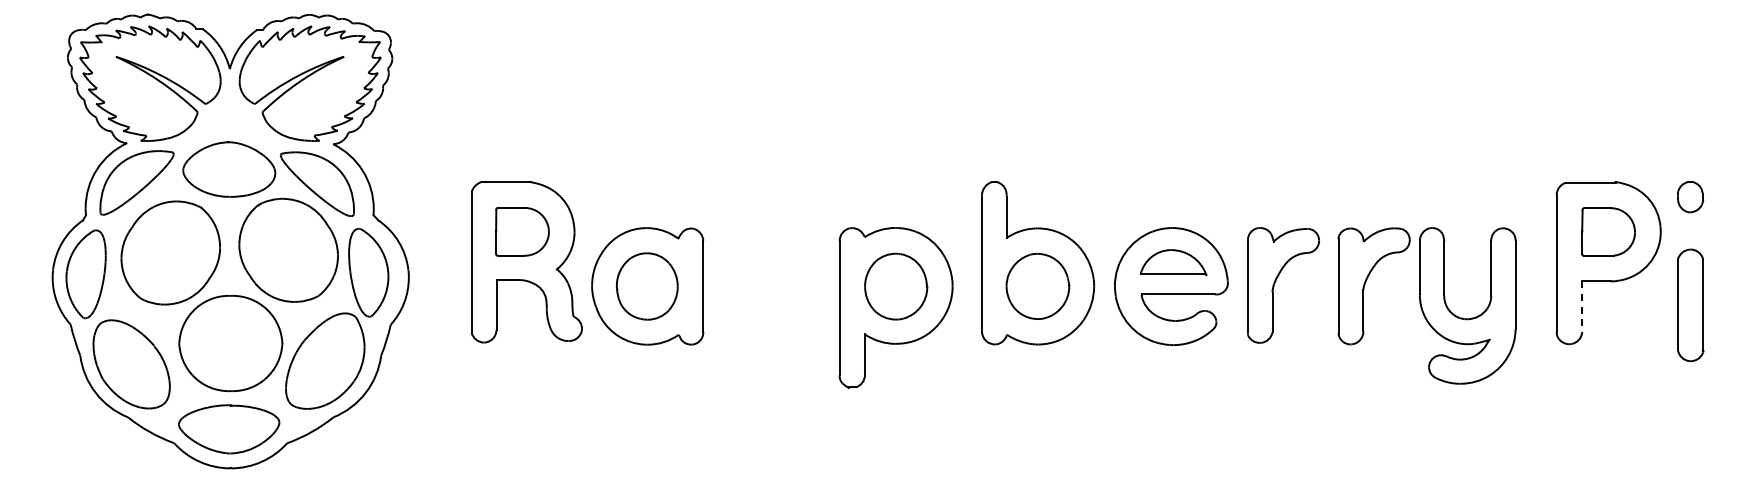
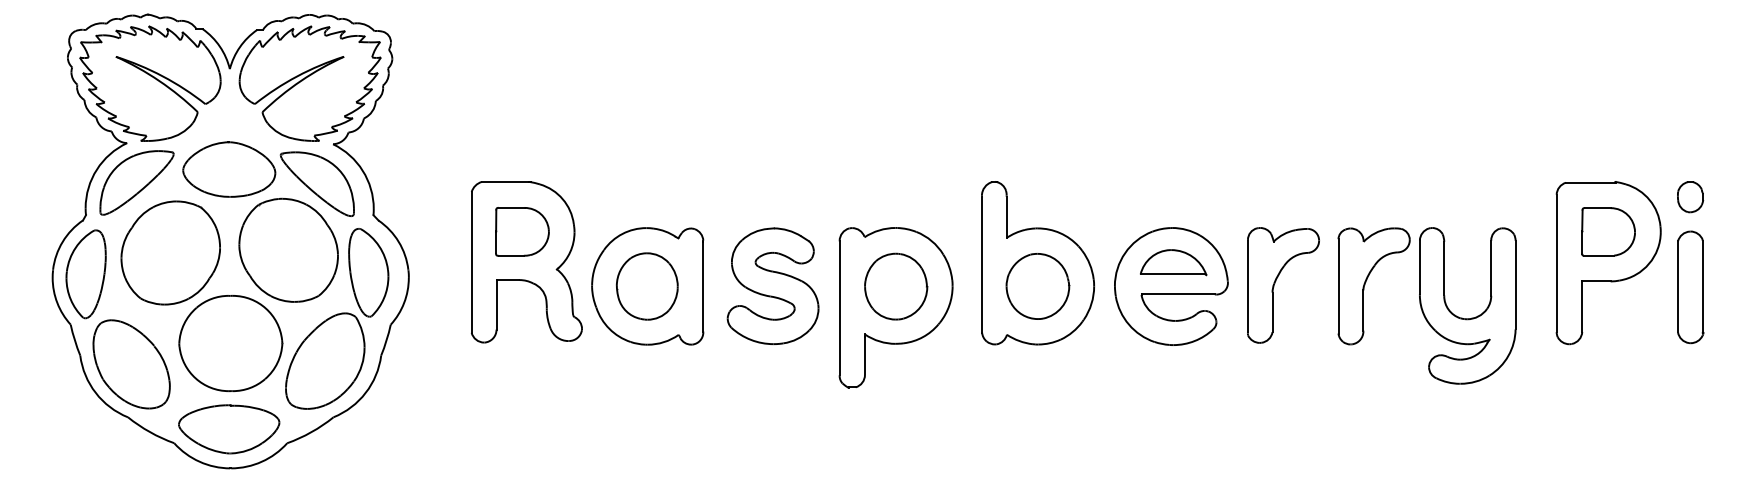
part at (772, 285): none -> present
part at (1690, 305) position: (1690, 305) -> (1690, 287)
line at (1582, 307): dashed -> solid
